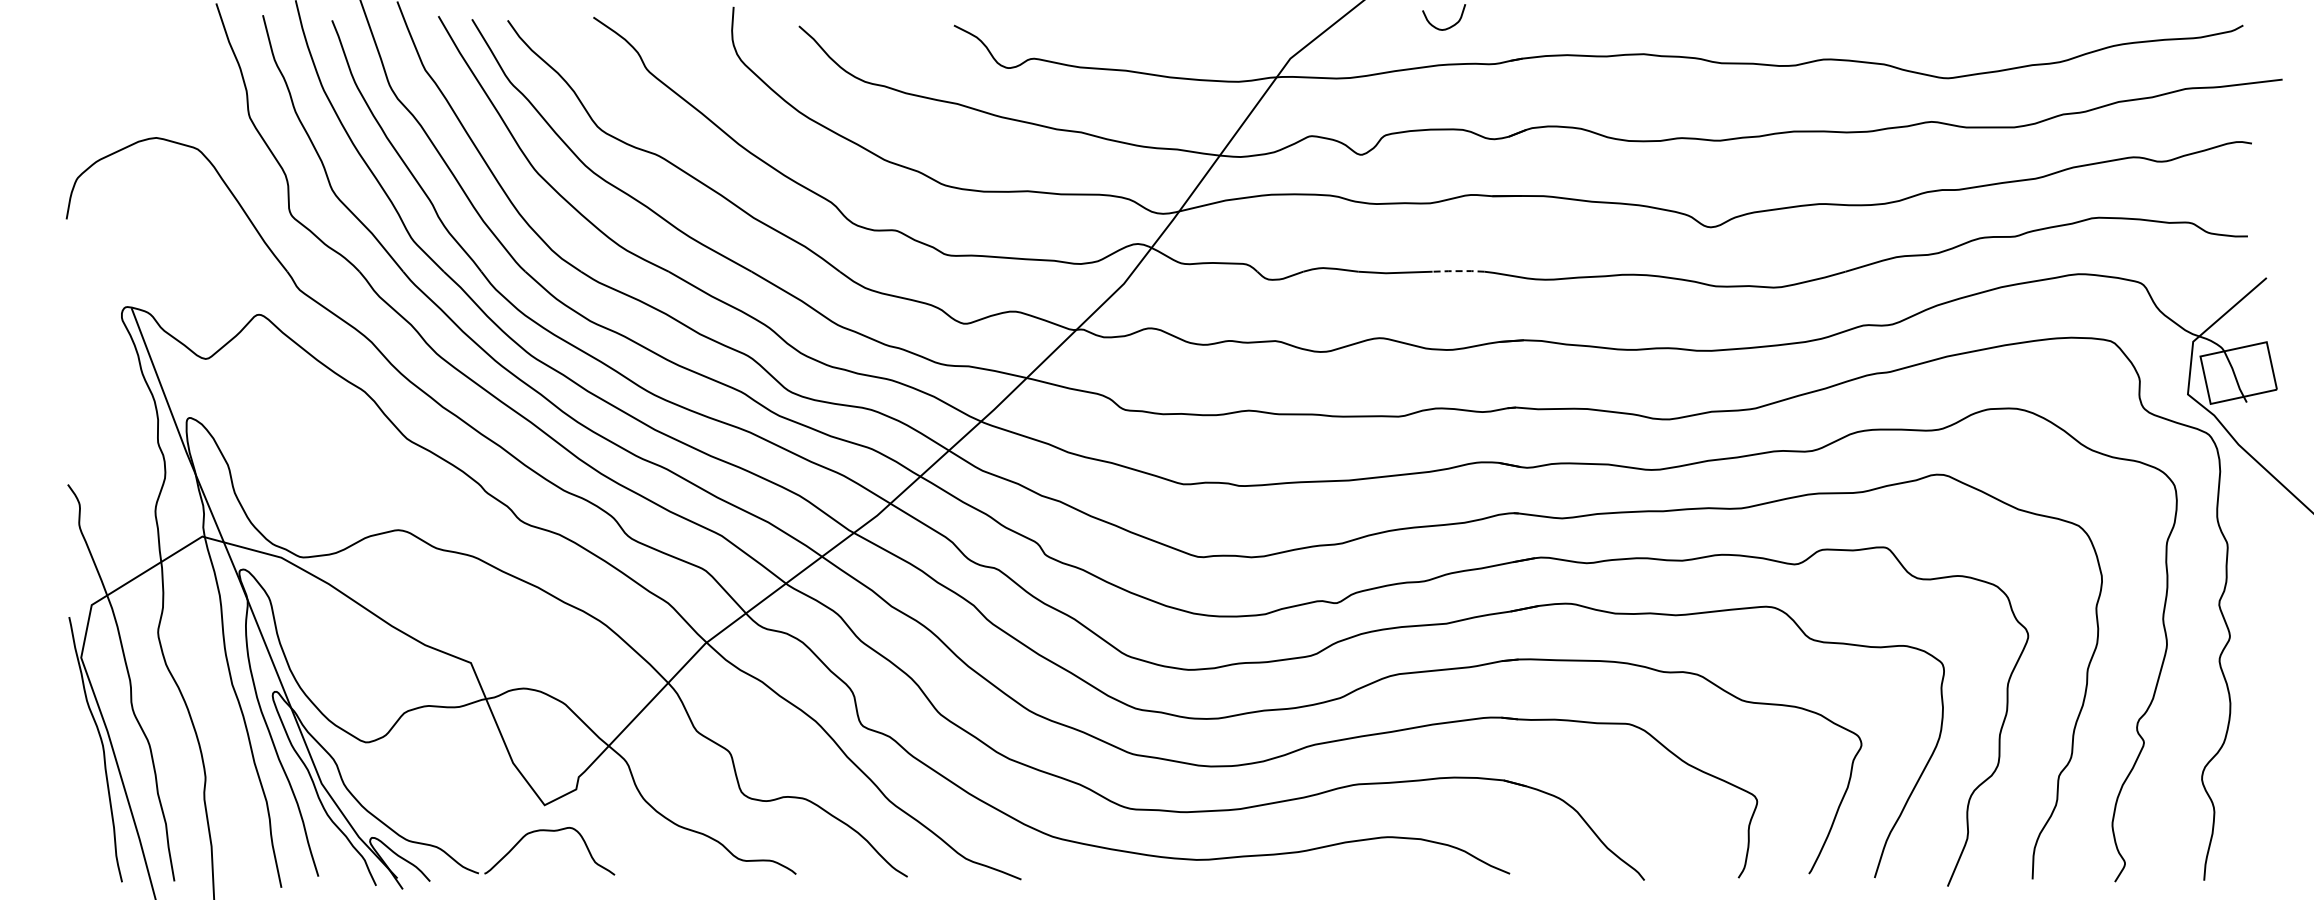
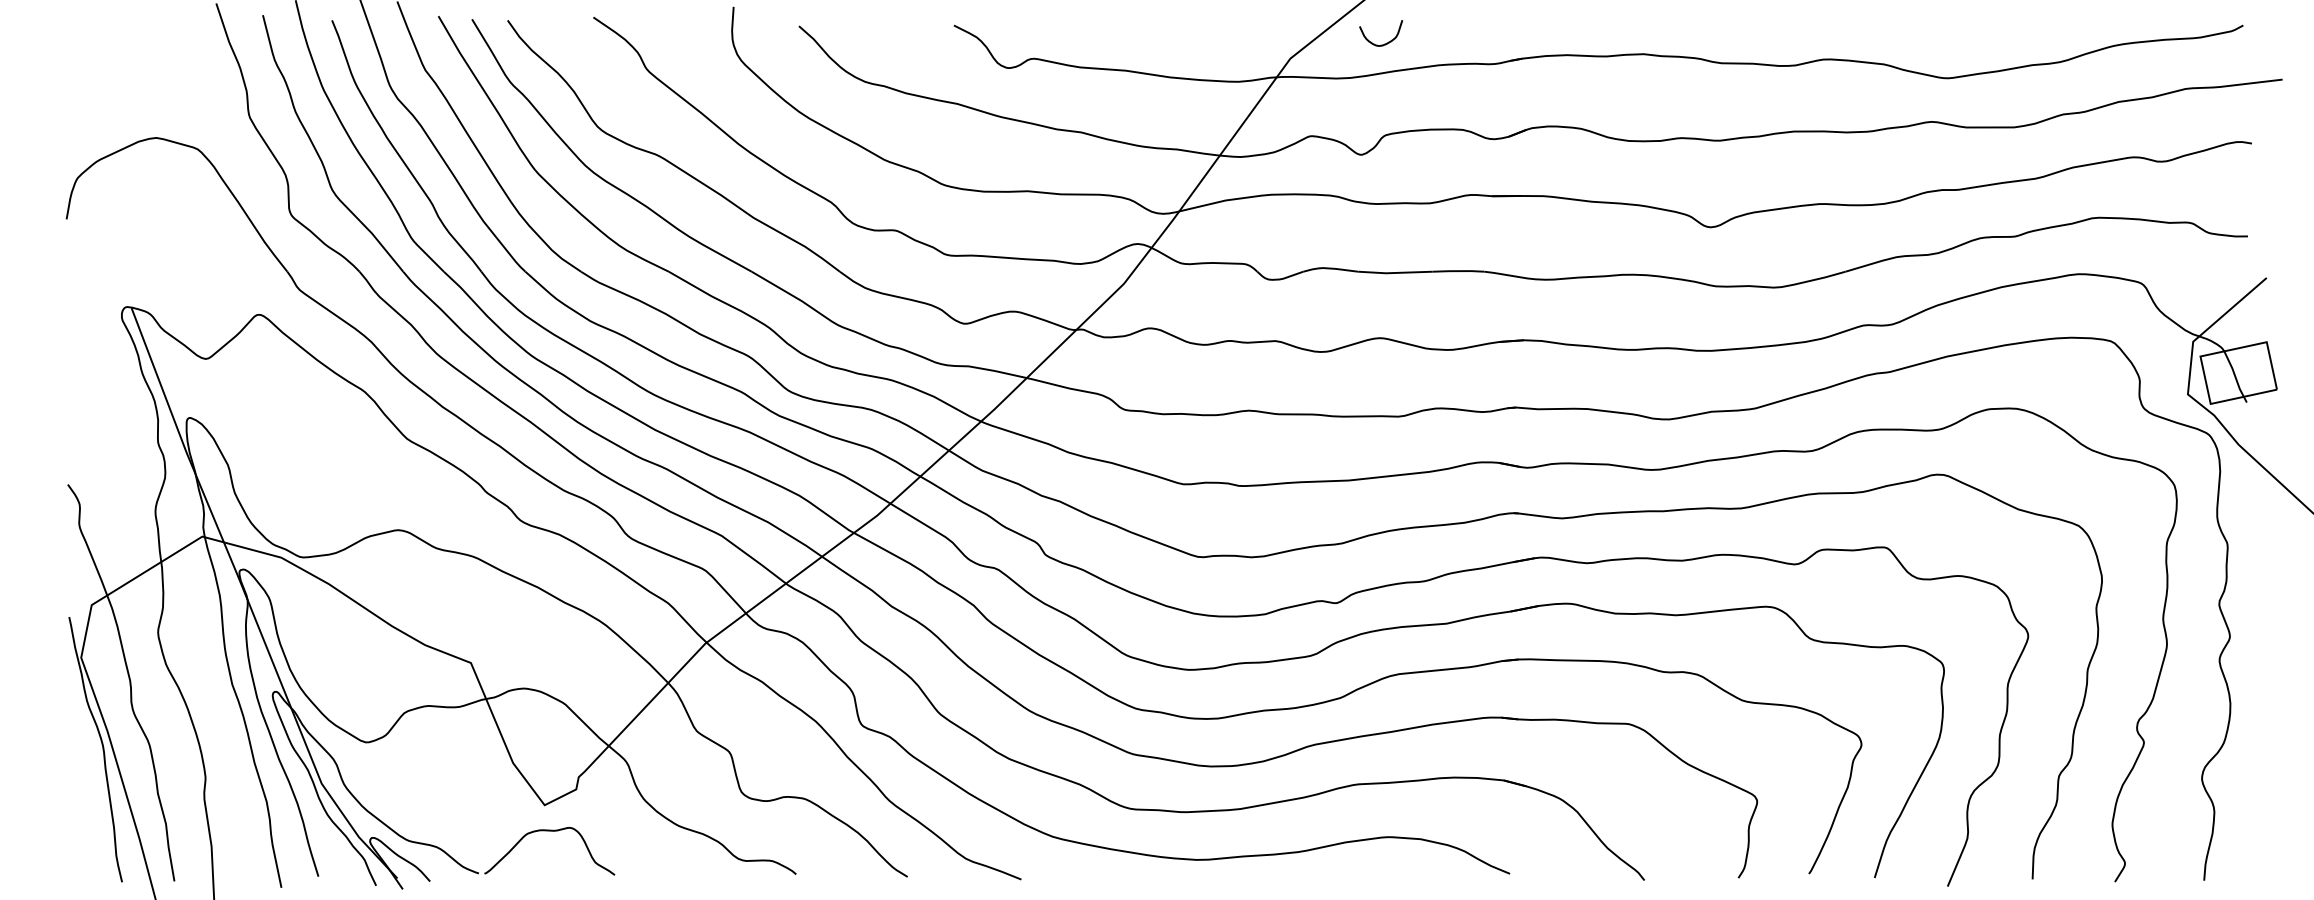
curve at (1449, 26) position: (1449, 26) -> (1386, 42)
line at (1458, 271): dashed -> solid
